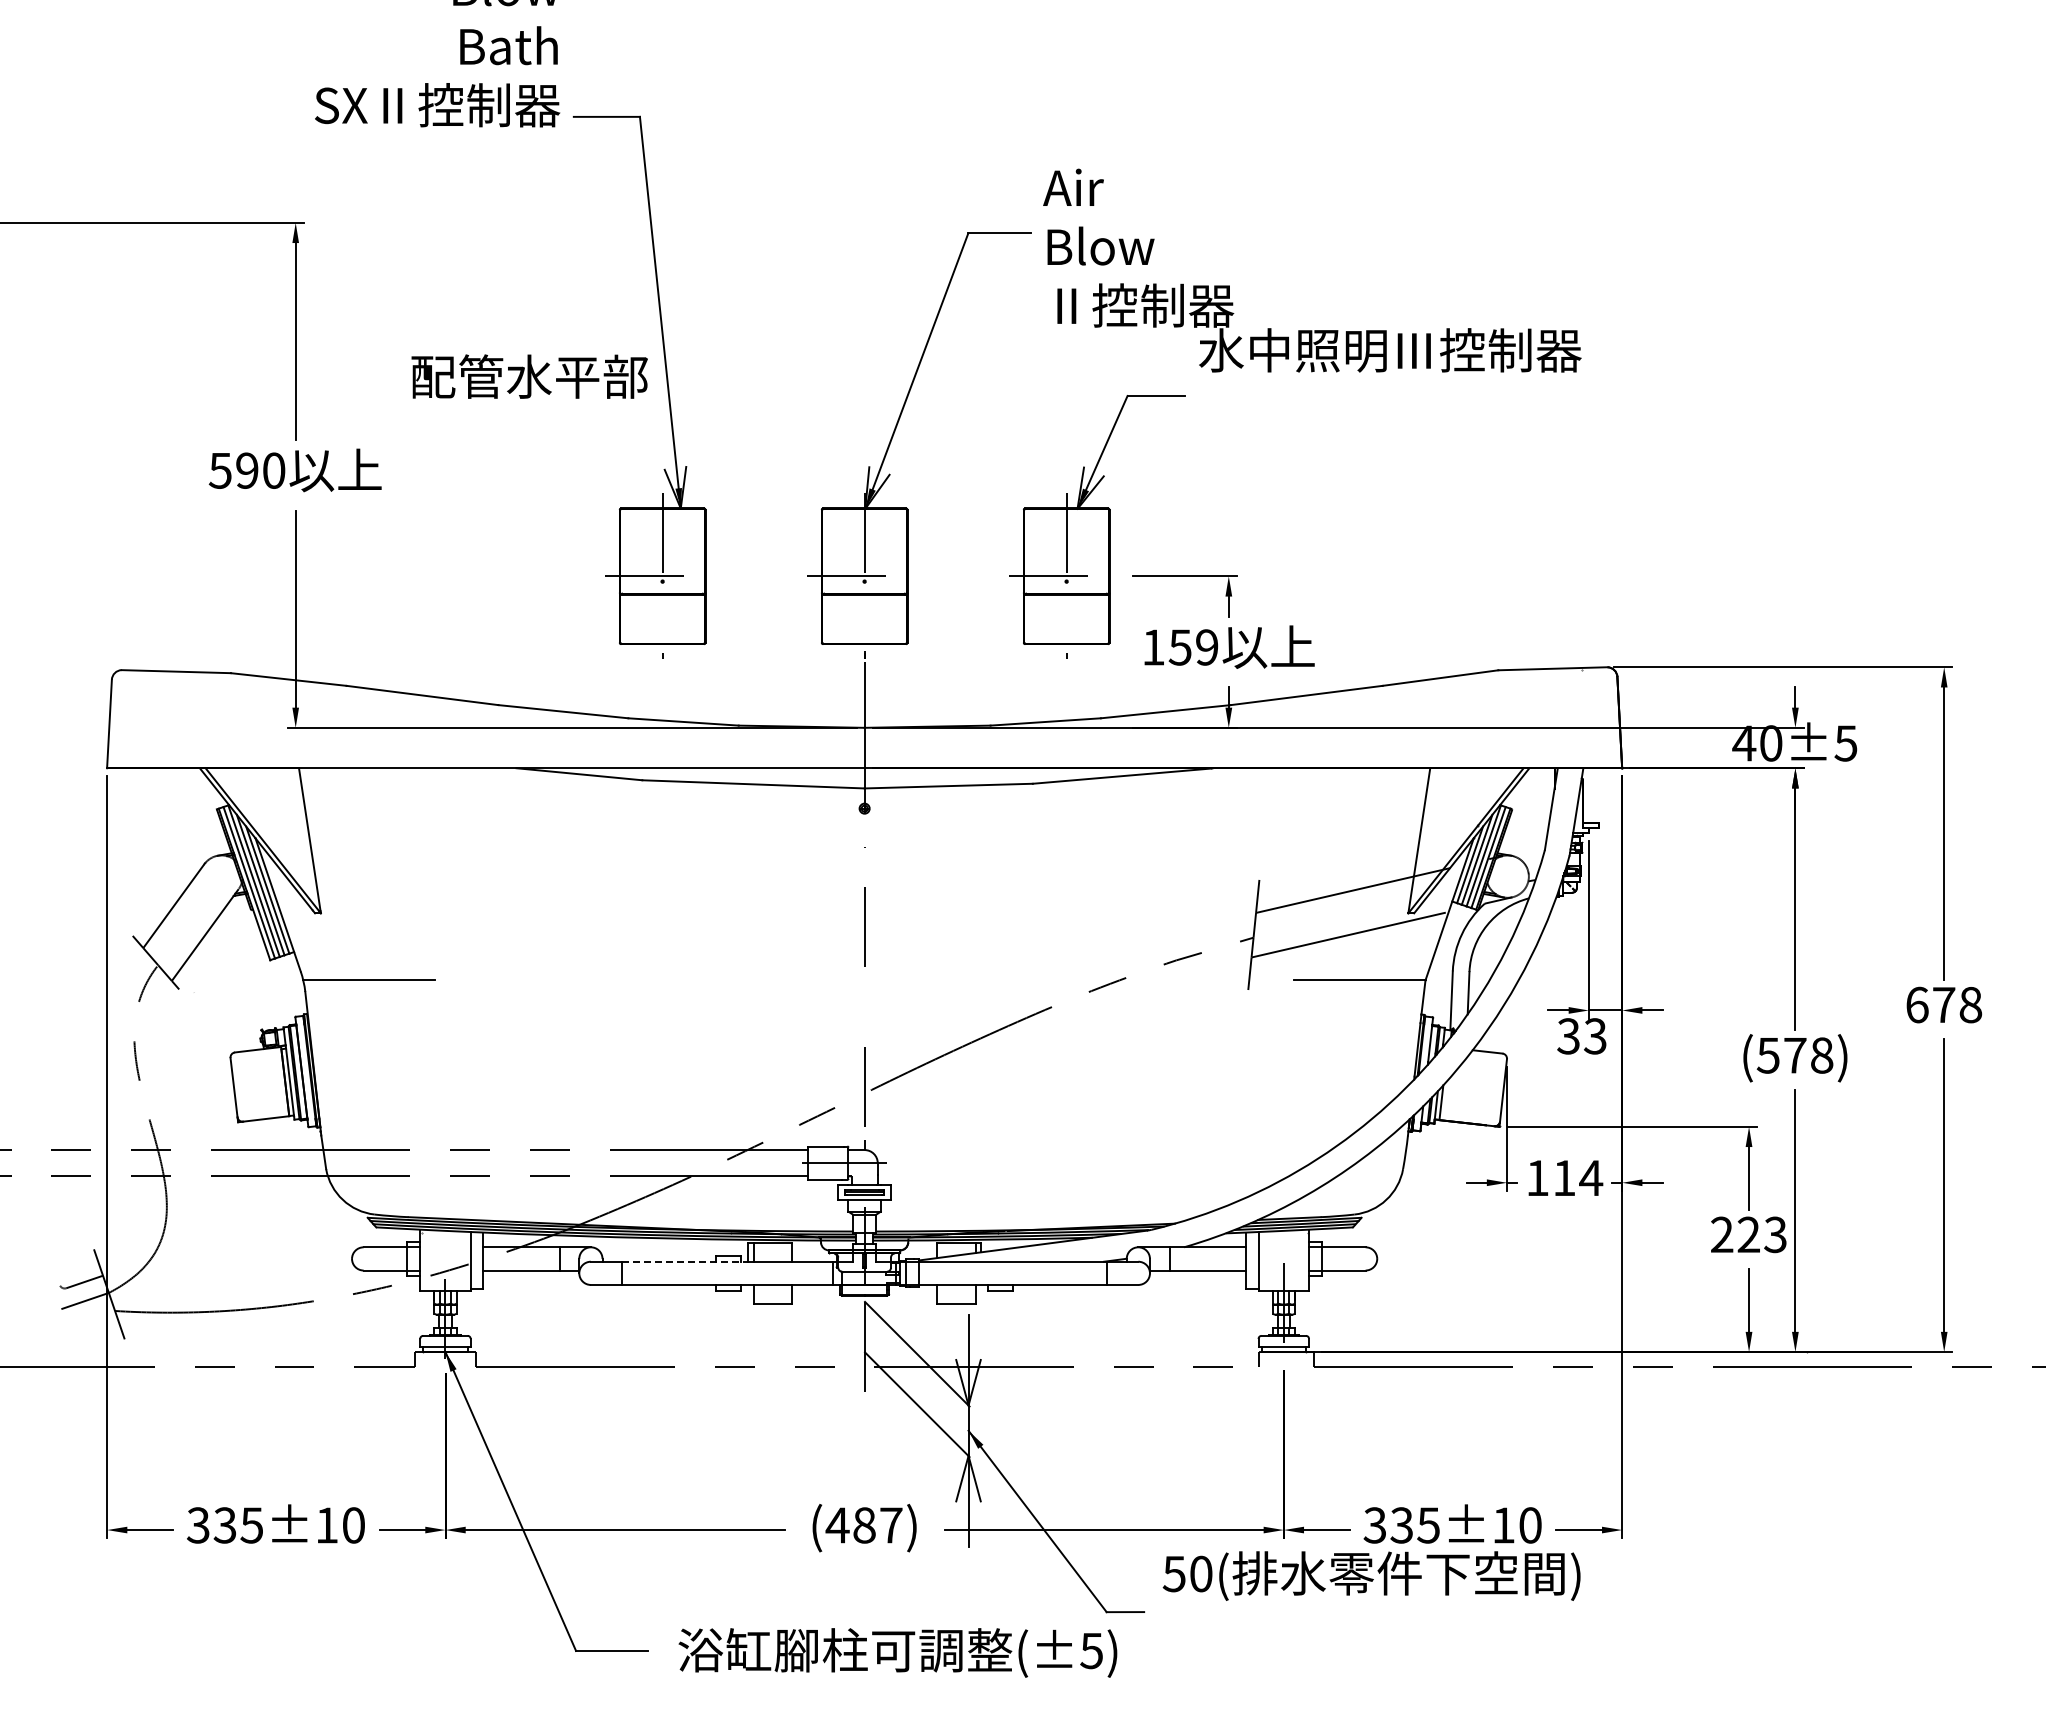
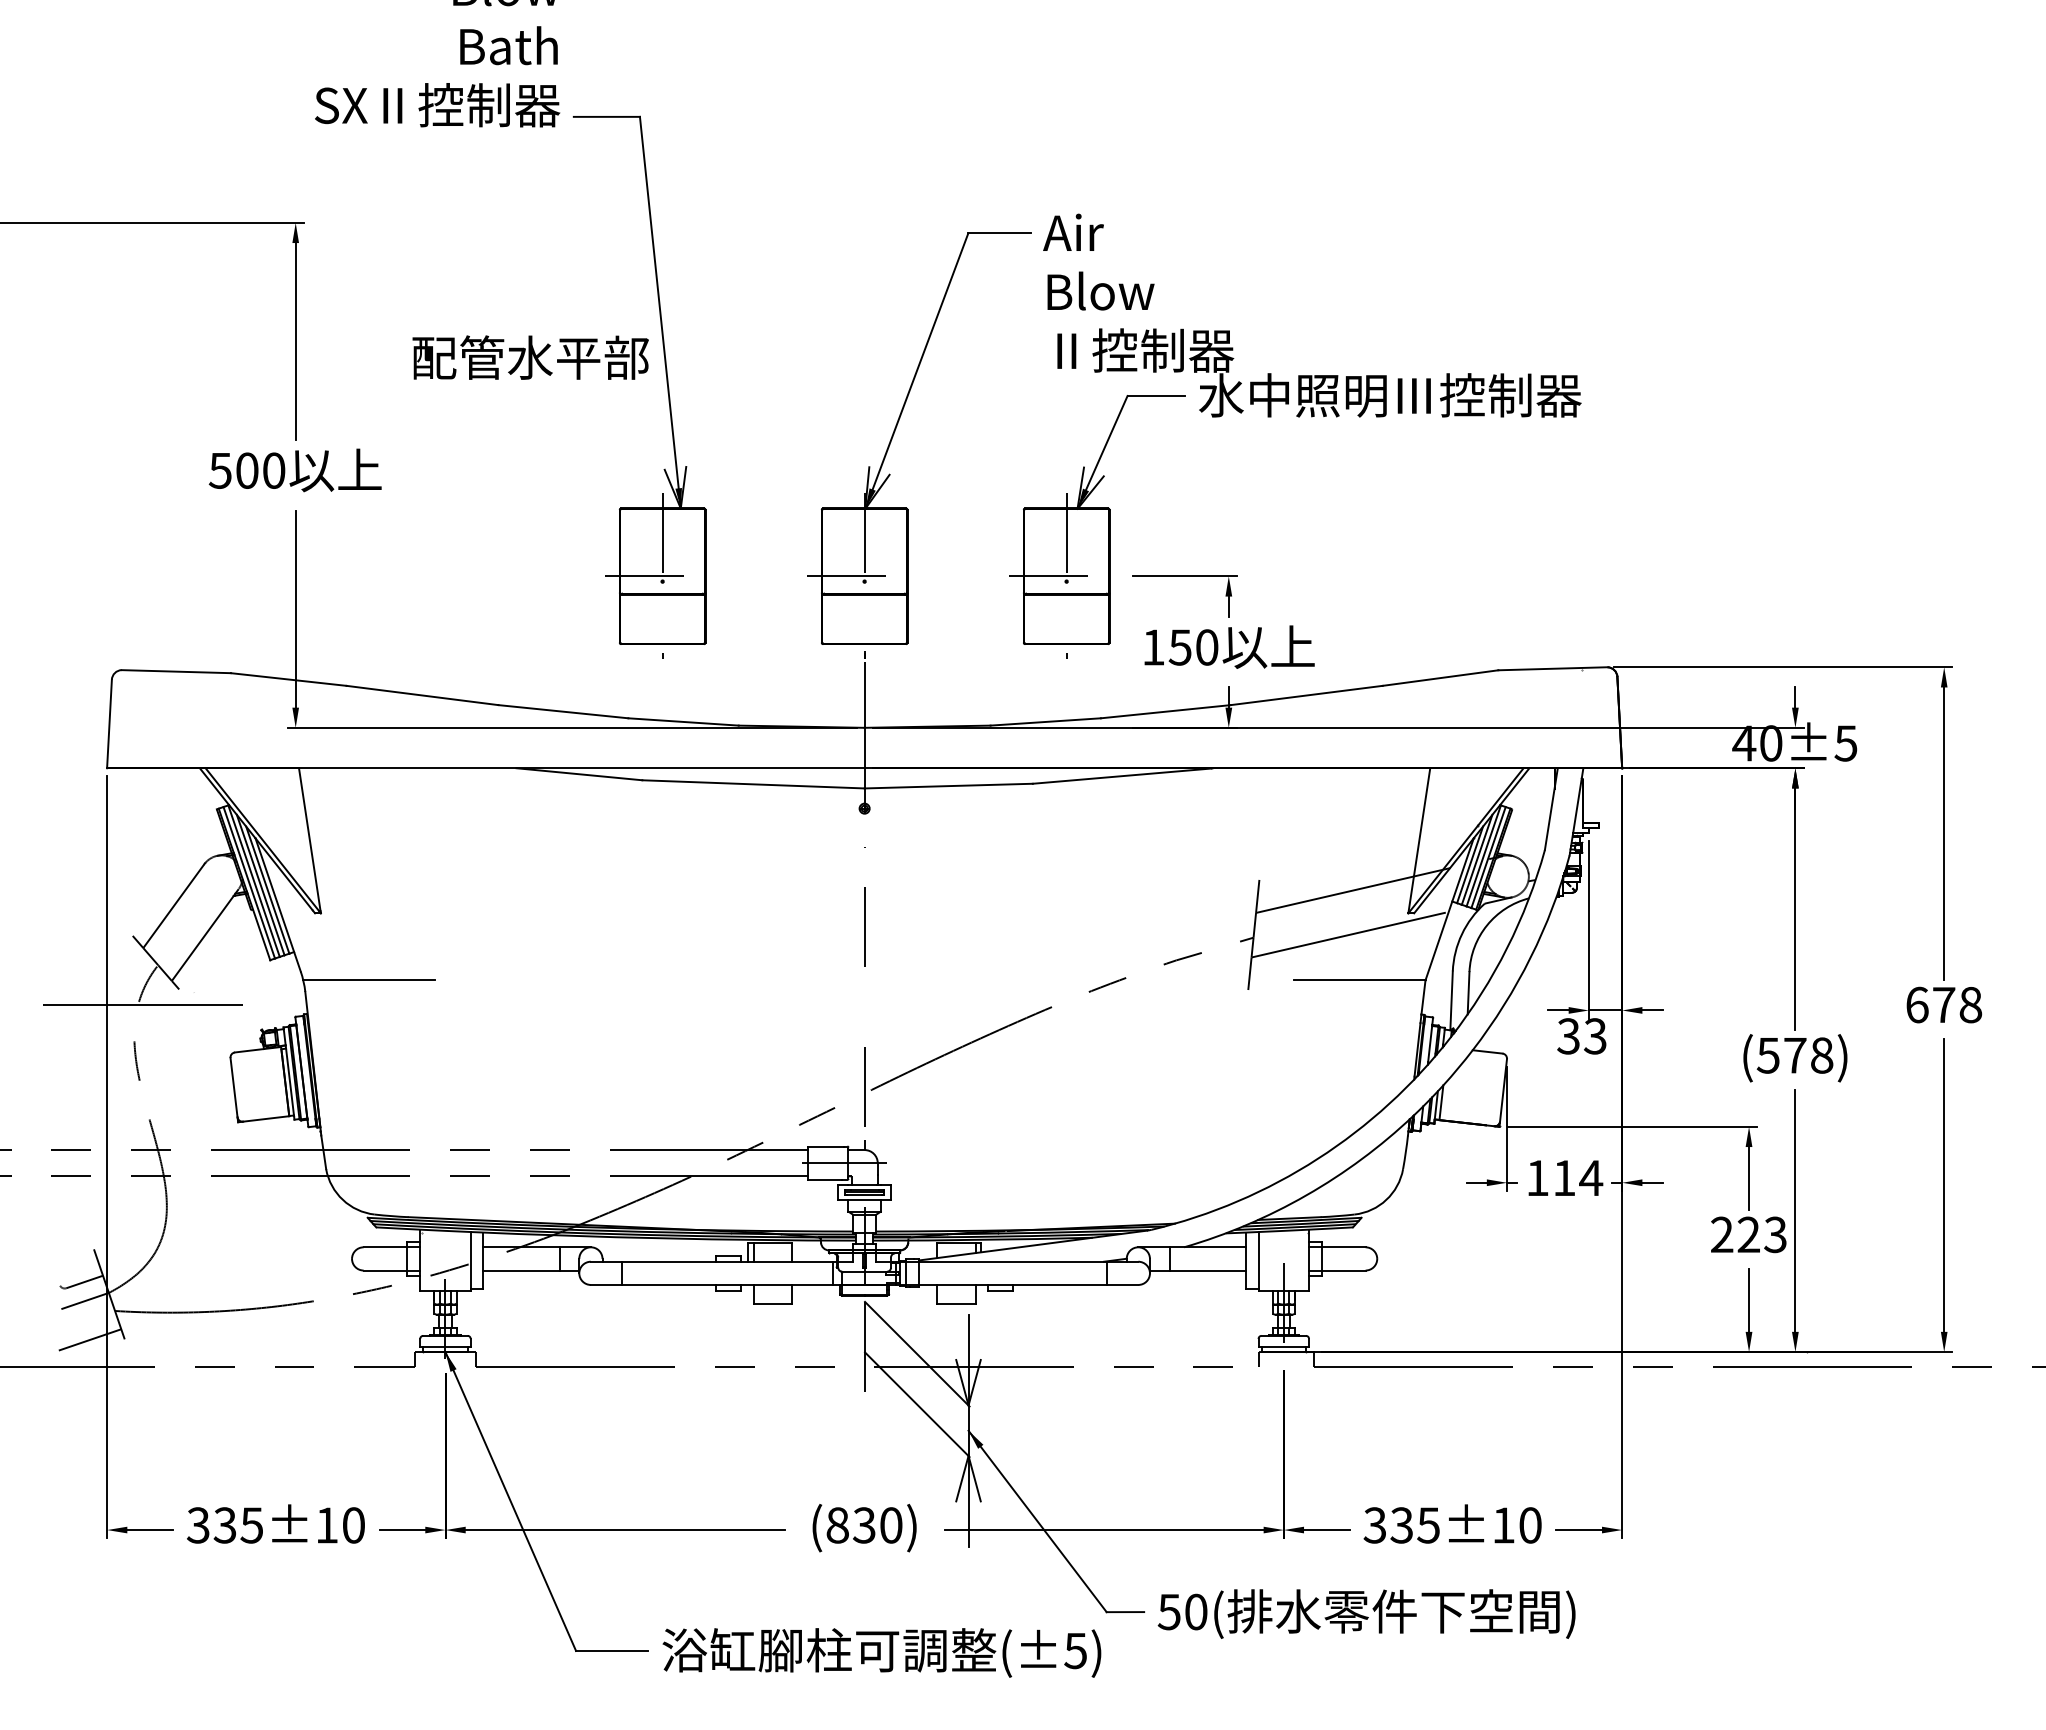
text at (1312, 270) position: (1312, 270) -> (1312, 315)
text at (529, 376) position: (529, 376) -> (530, 357)
text at (247, 470): 590 -> 500
text at (1207, 647): 159 -> 150
line at (153, 1005): none -> present
line at (685, 1261): dashed -> solid
line at (89, 1339): none -> present
text at (863, 1525): (487) -> (830)
text at (1371, 1575) position: (1371, 1575) -> (1366, 1613)
text at (897, 1652) position: (897, 1652) -> (881, 1652)
